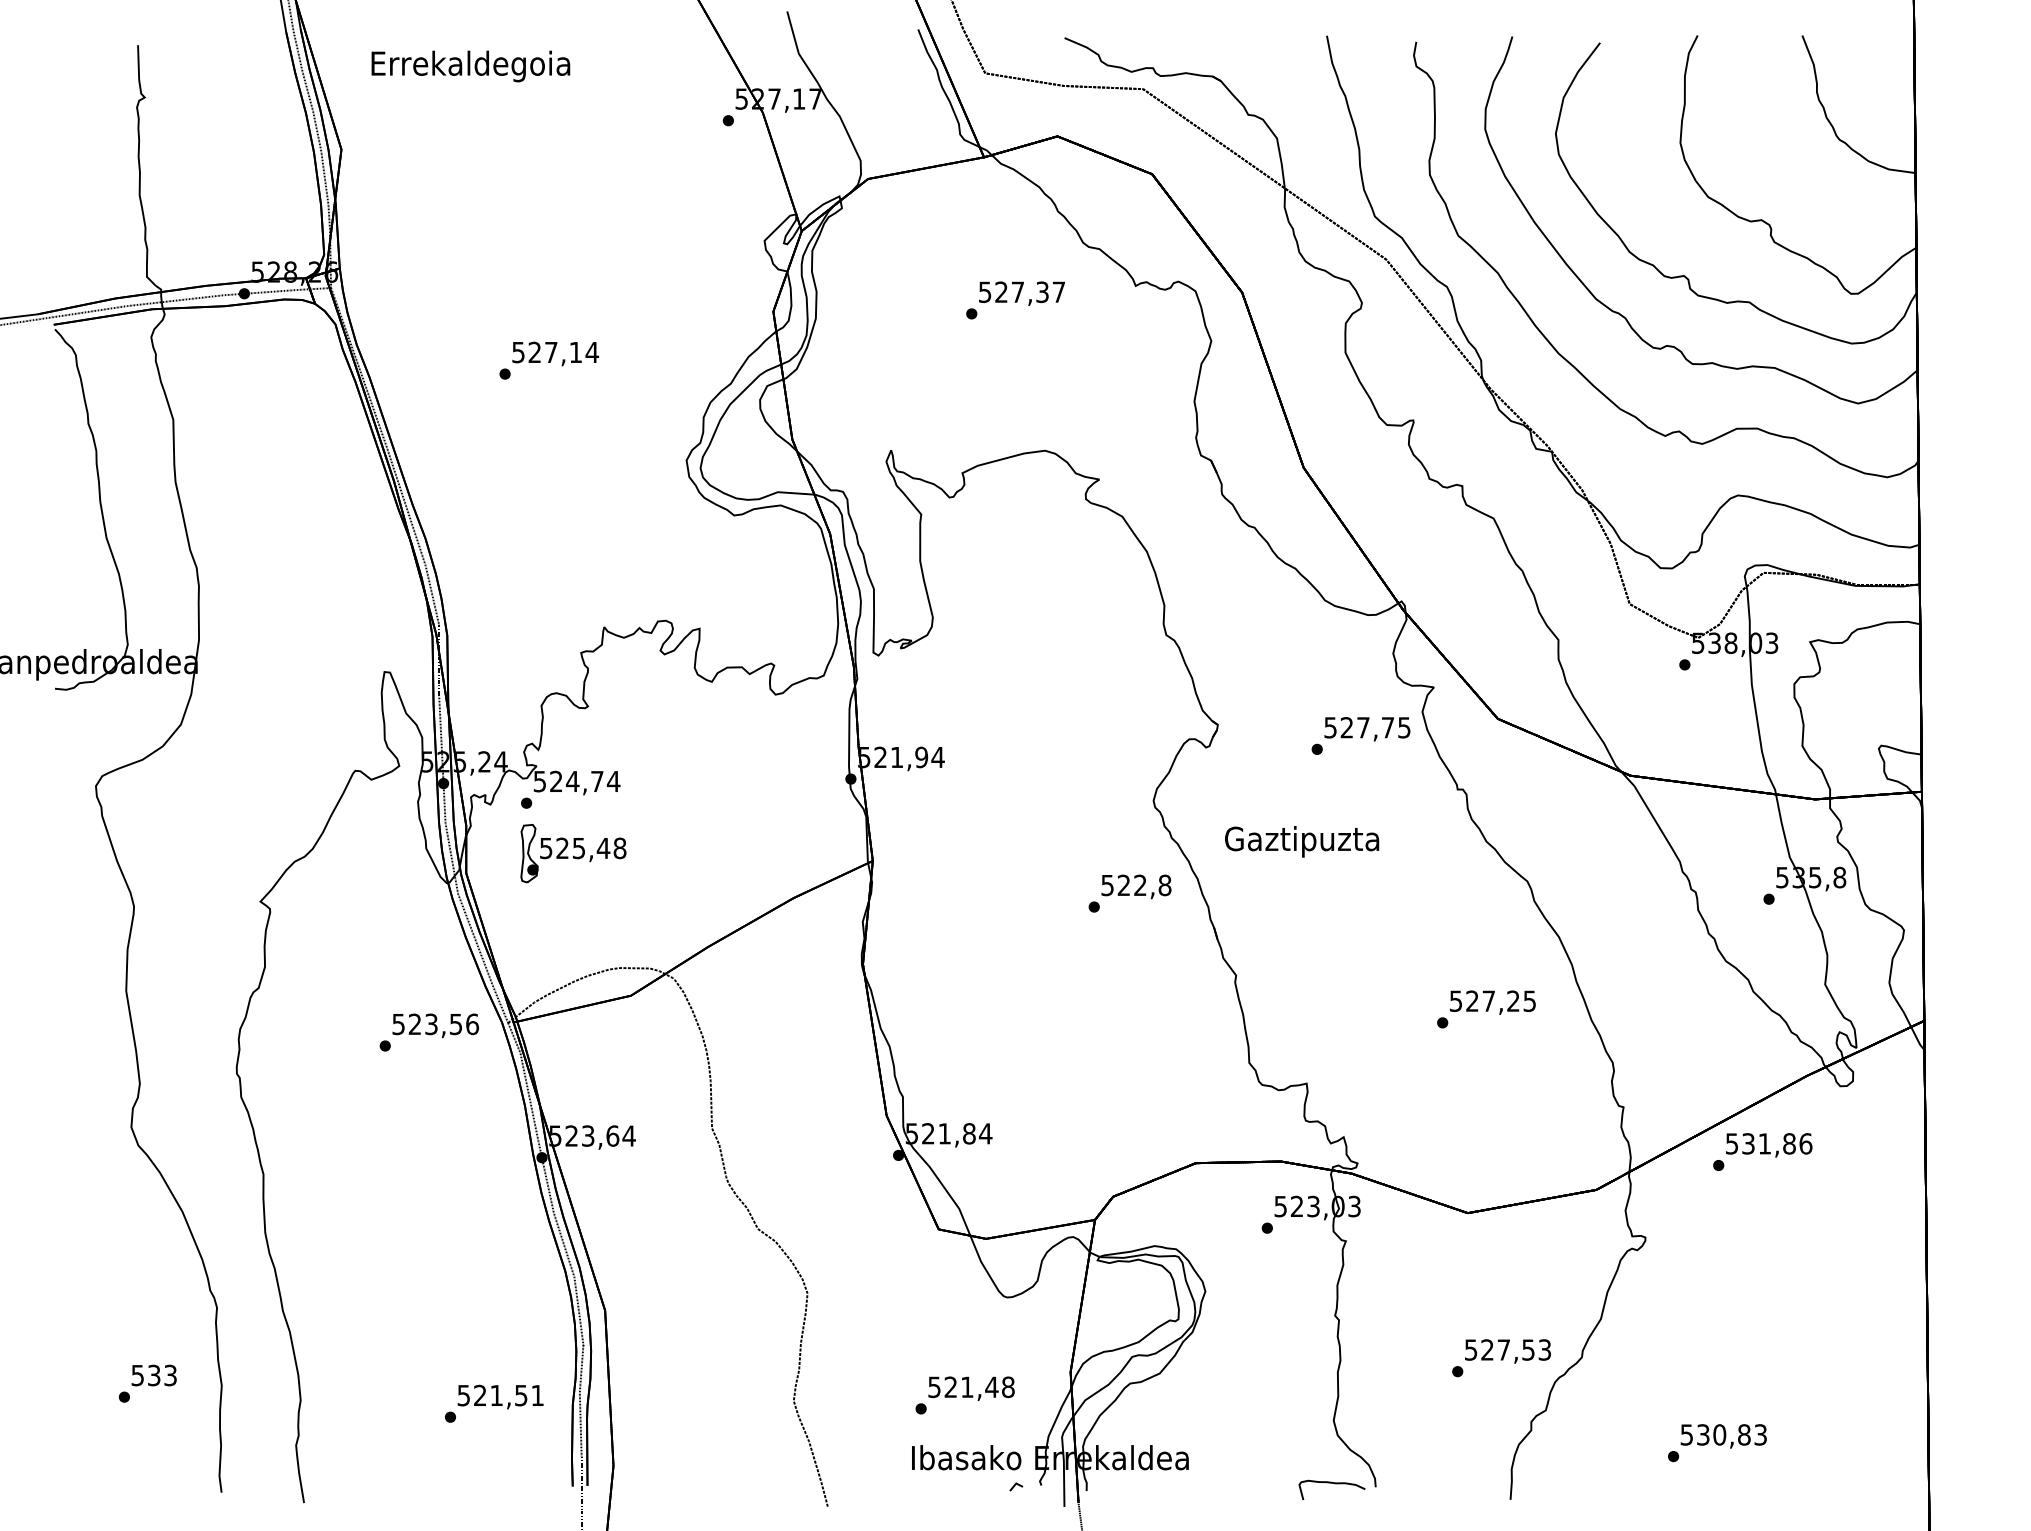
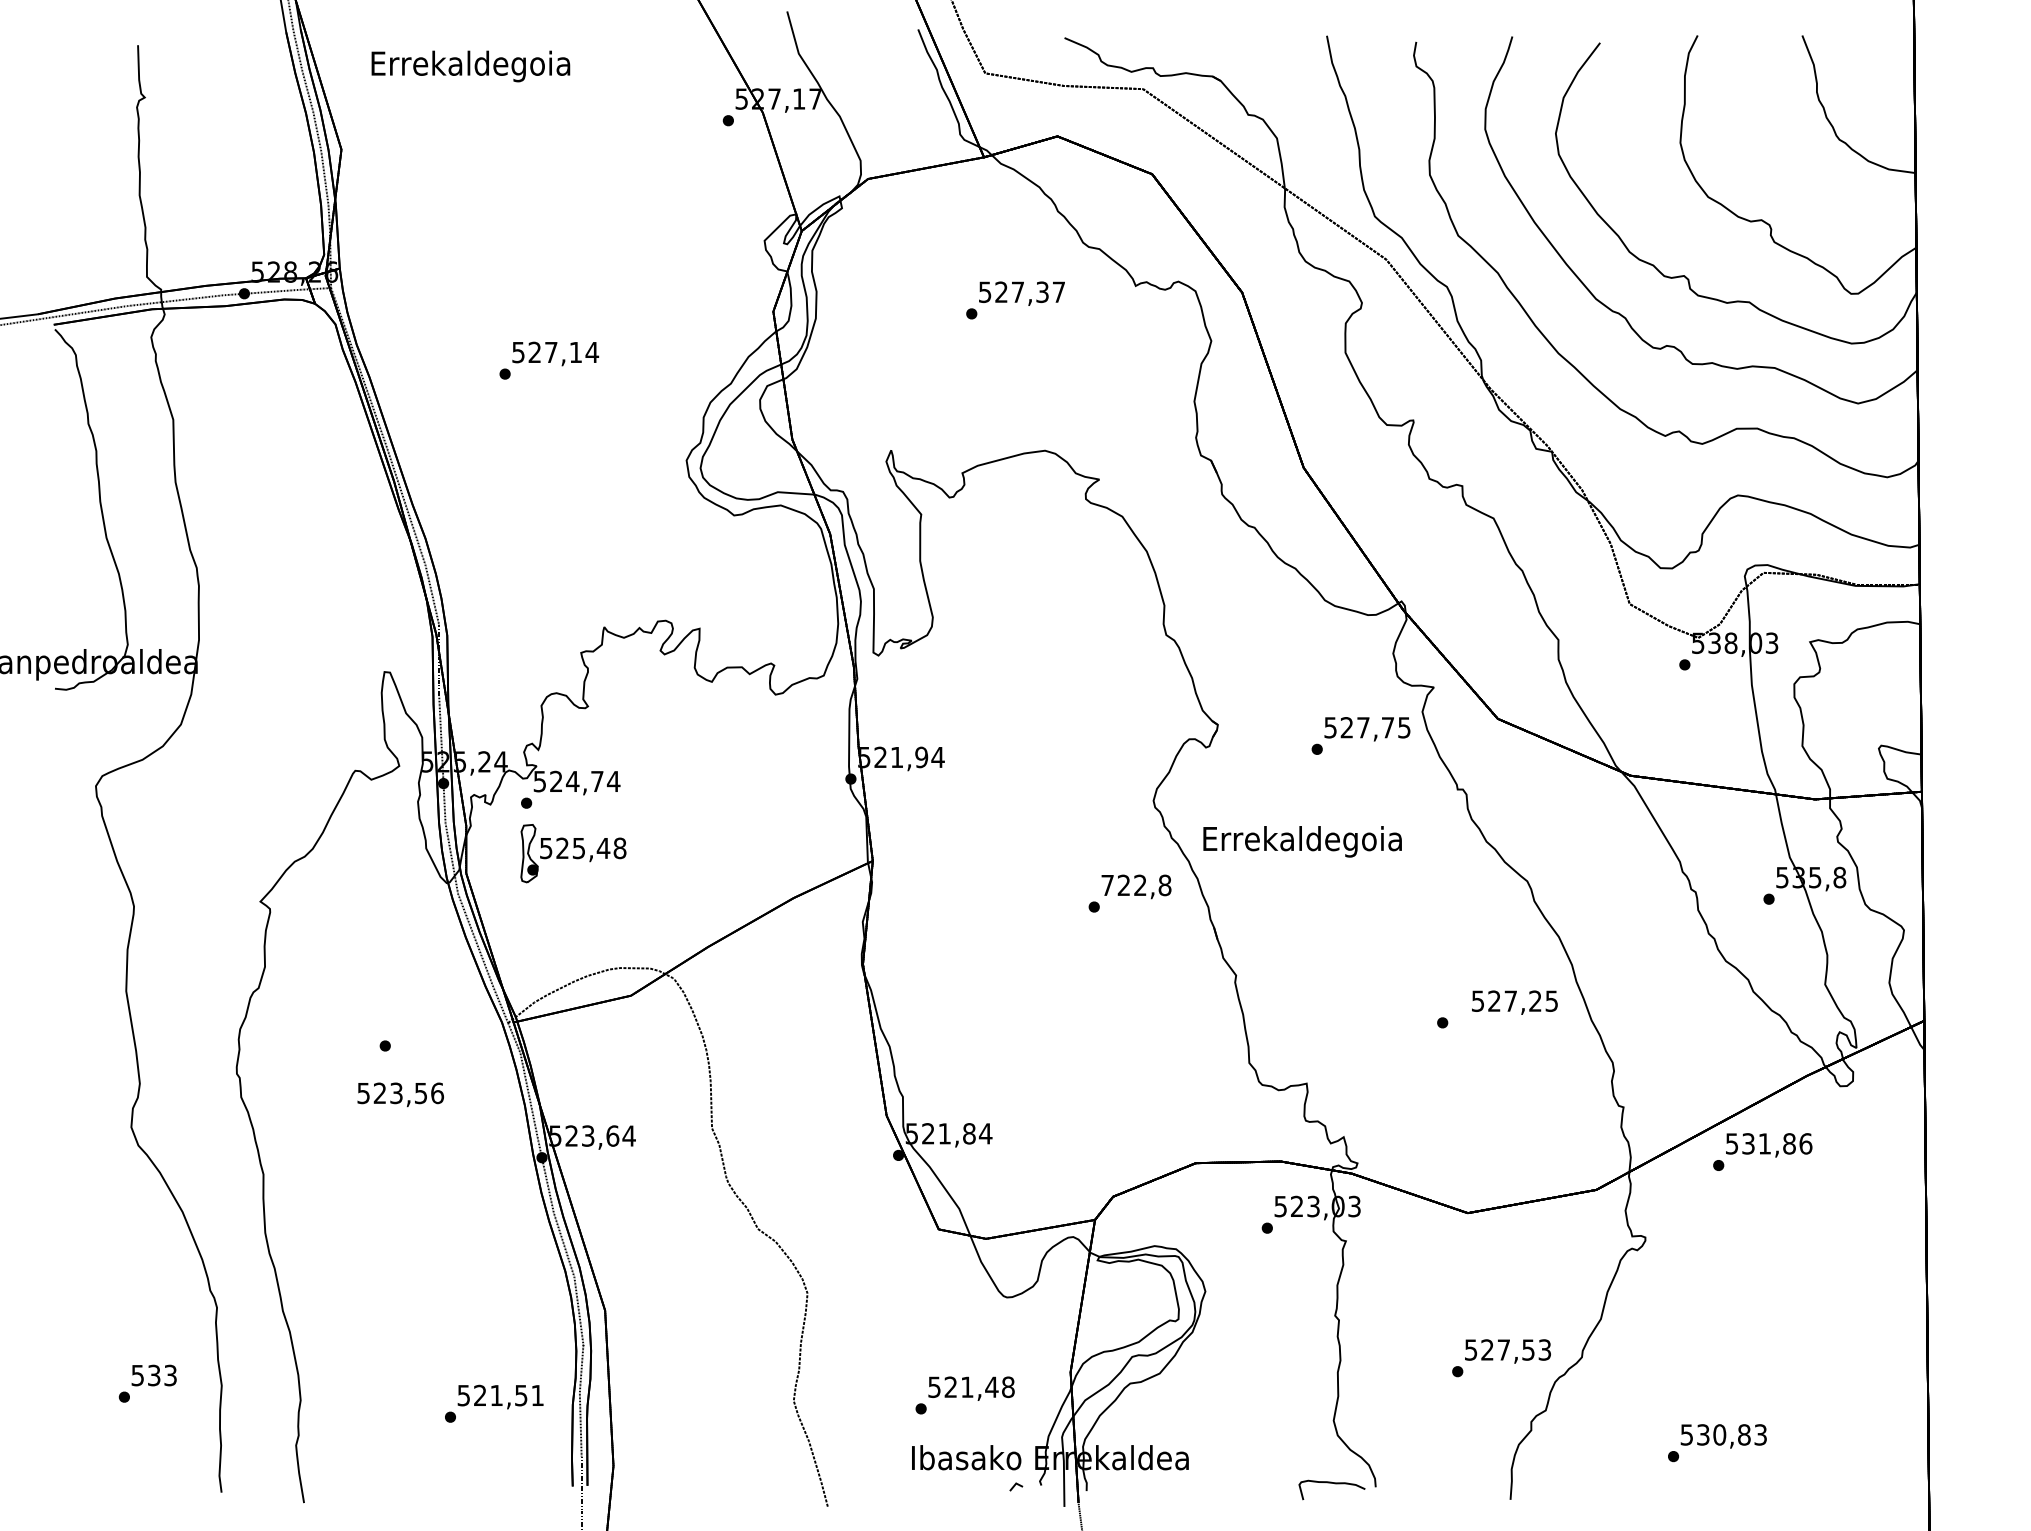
text at (1302, 841): Gaztipuzta -> Errekaldegoia
text at (1107, 885): 522,8 -> 722,8
text at (1492, 1002) position: (1492, 1002) -> (1514, 1002)
text at (435, 1025) position: (435, 1025) -> (400, 1094)
